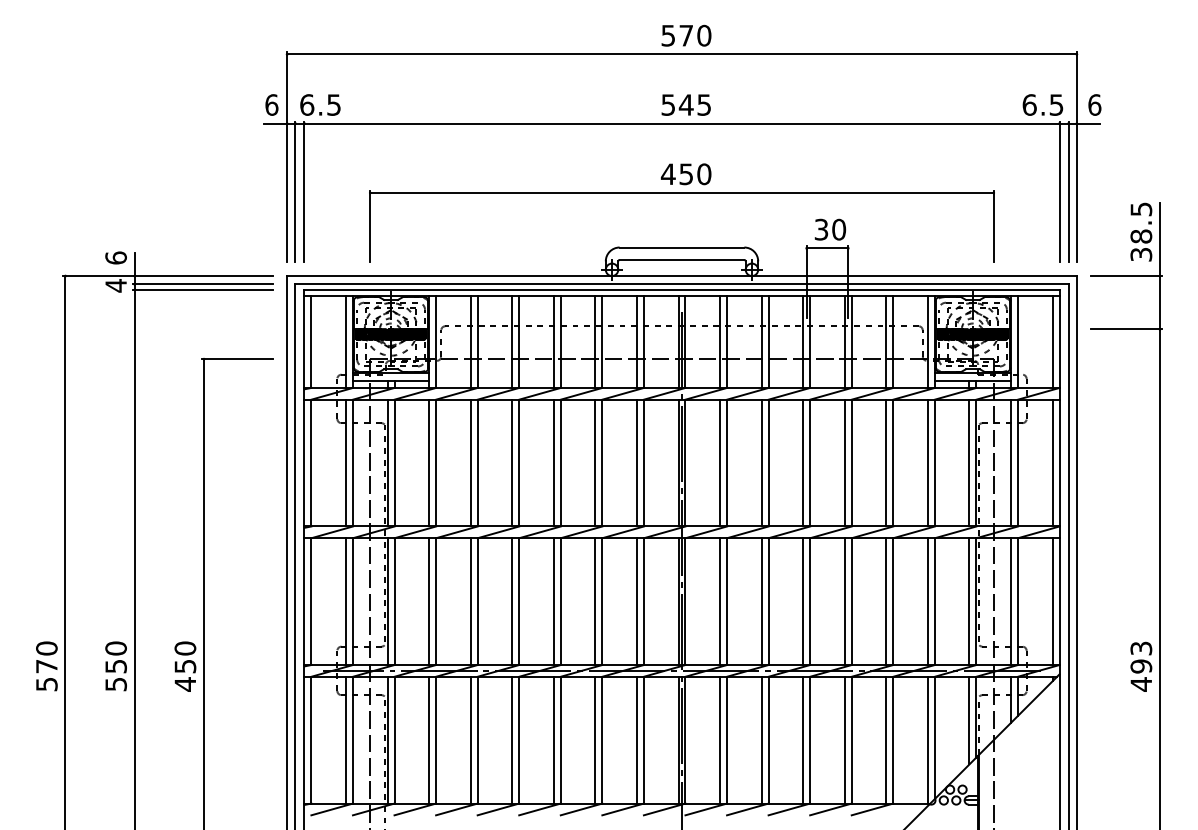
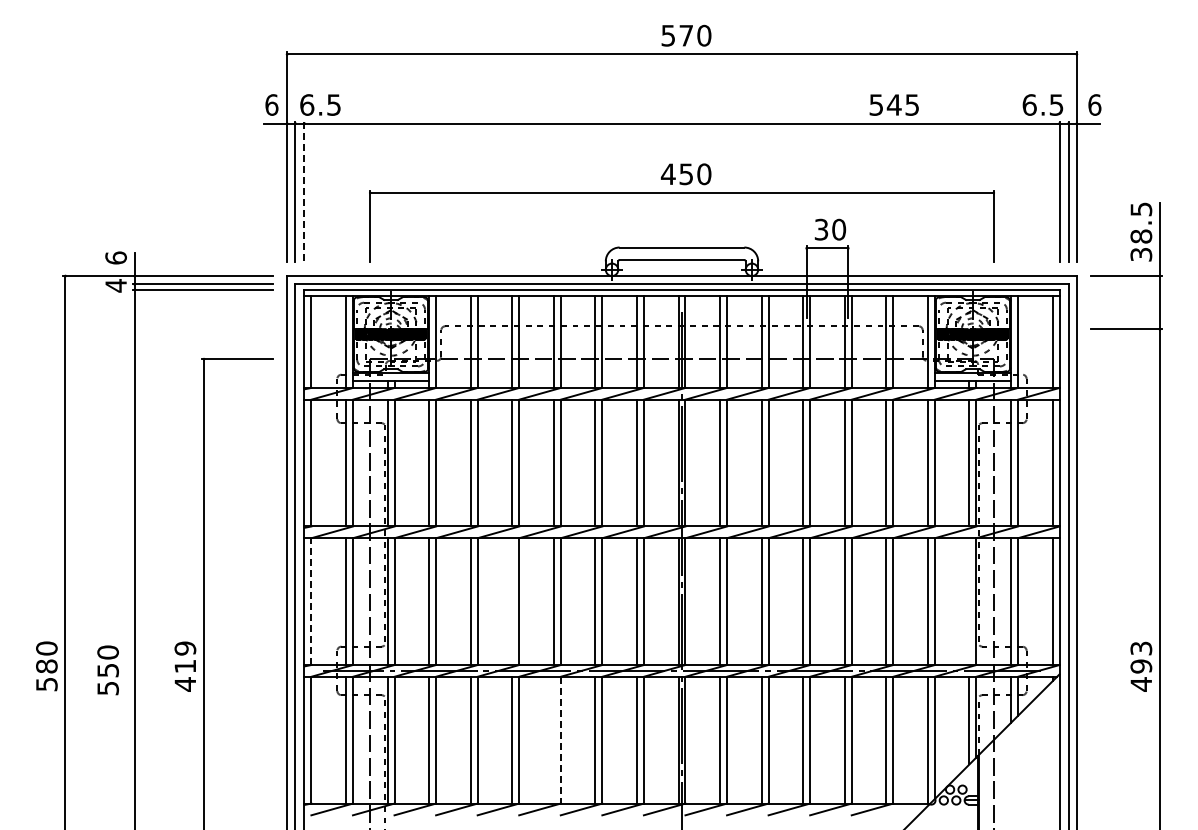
text at (685, 104) position: (685, 104) -> (893, 104)
line at (304, 192): solid -> dashed
line at (311, 601): solid -> dashed
line at (512, 601): present -> none
line at (969, 601): present -> none
text at (185, 657): 450 -> 419
text at (46, 666): 570 -> 580
text at (115, 666) position: (115, 666) -> (107, 670)
line at (553, 739): present -> none
line at (560, 740): solid -> dashed
